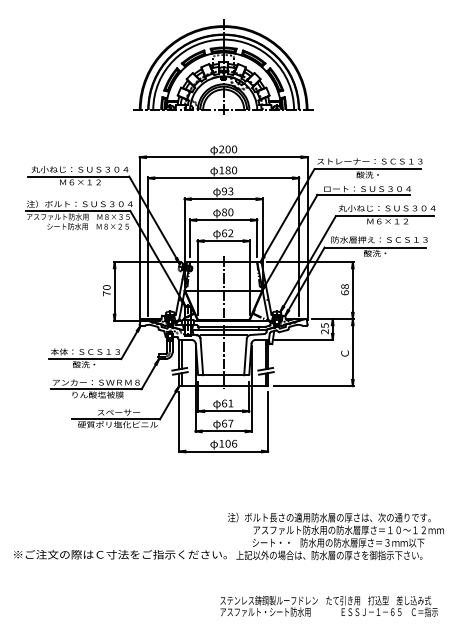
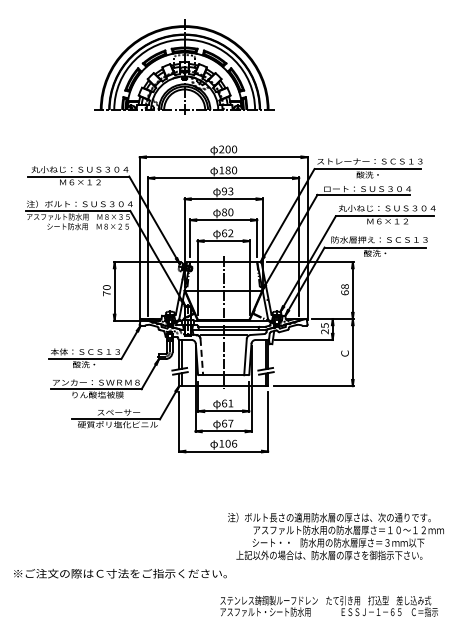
part at (223, 66) position: (223, 66) -> (184, 66)
line at (201, 357): solid -> dashed
text at (120, 554) position: (120, 554) -> (120, 573)
